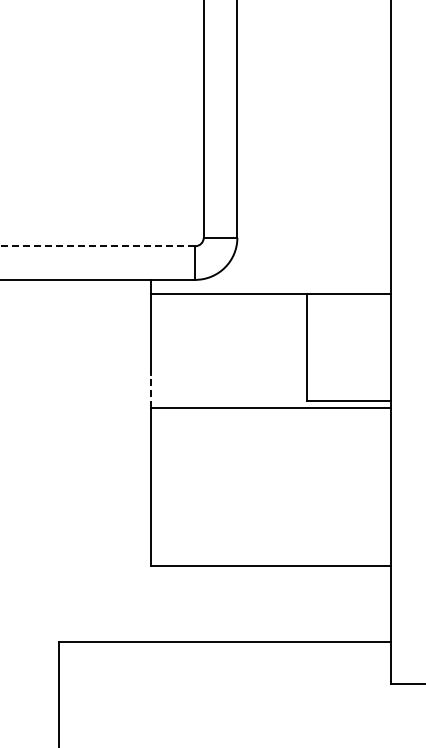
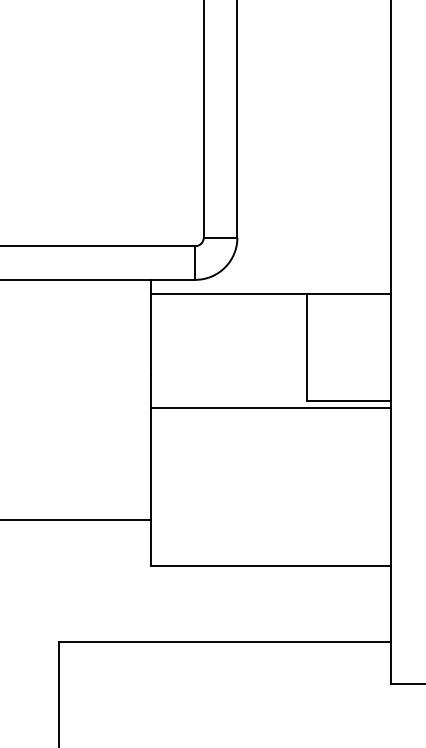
line at (97, 246): dashed -> solid
line at (151, 391): dashed -> solid
line at (76, 519): none -> present
